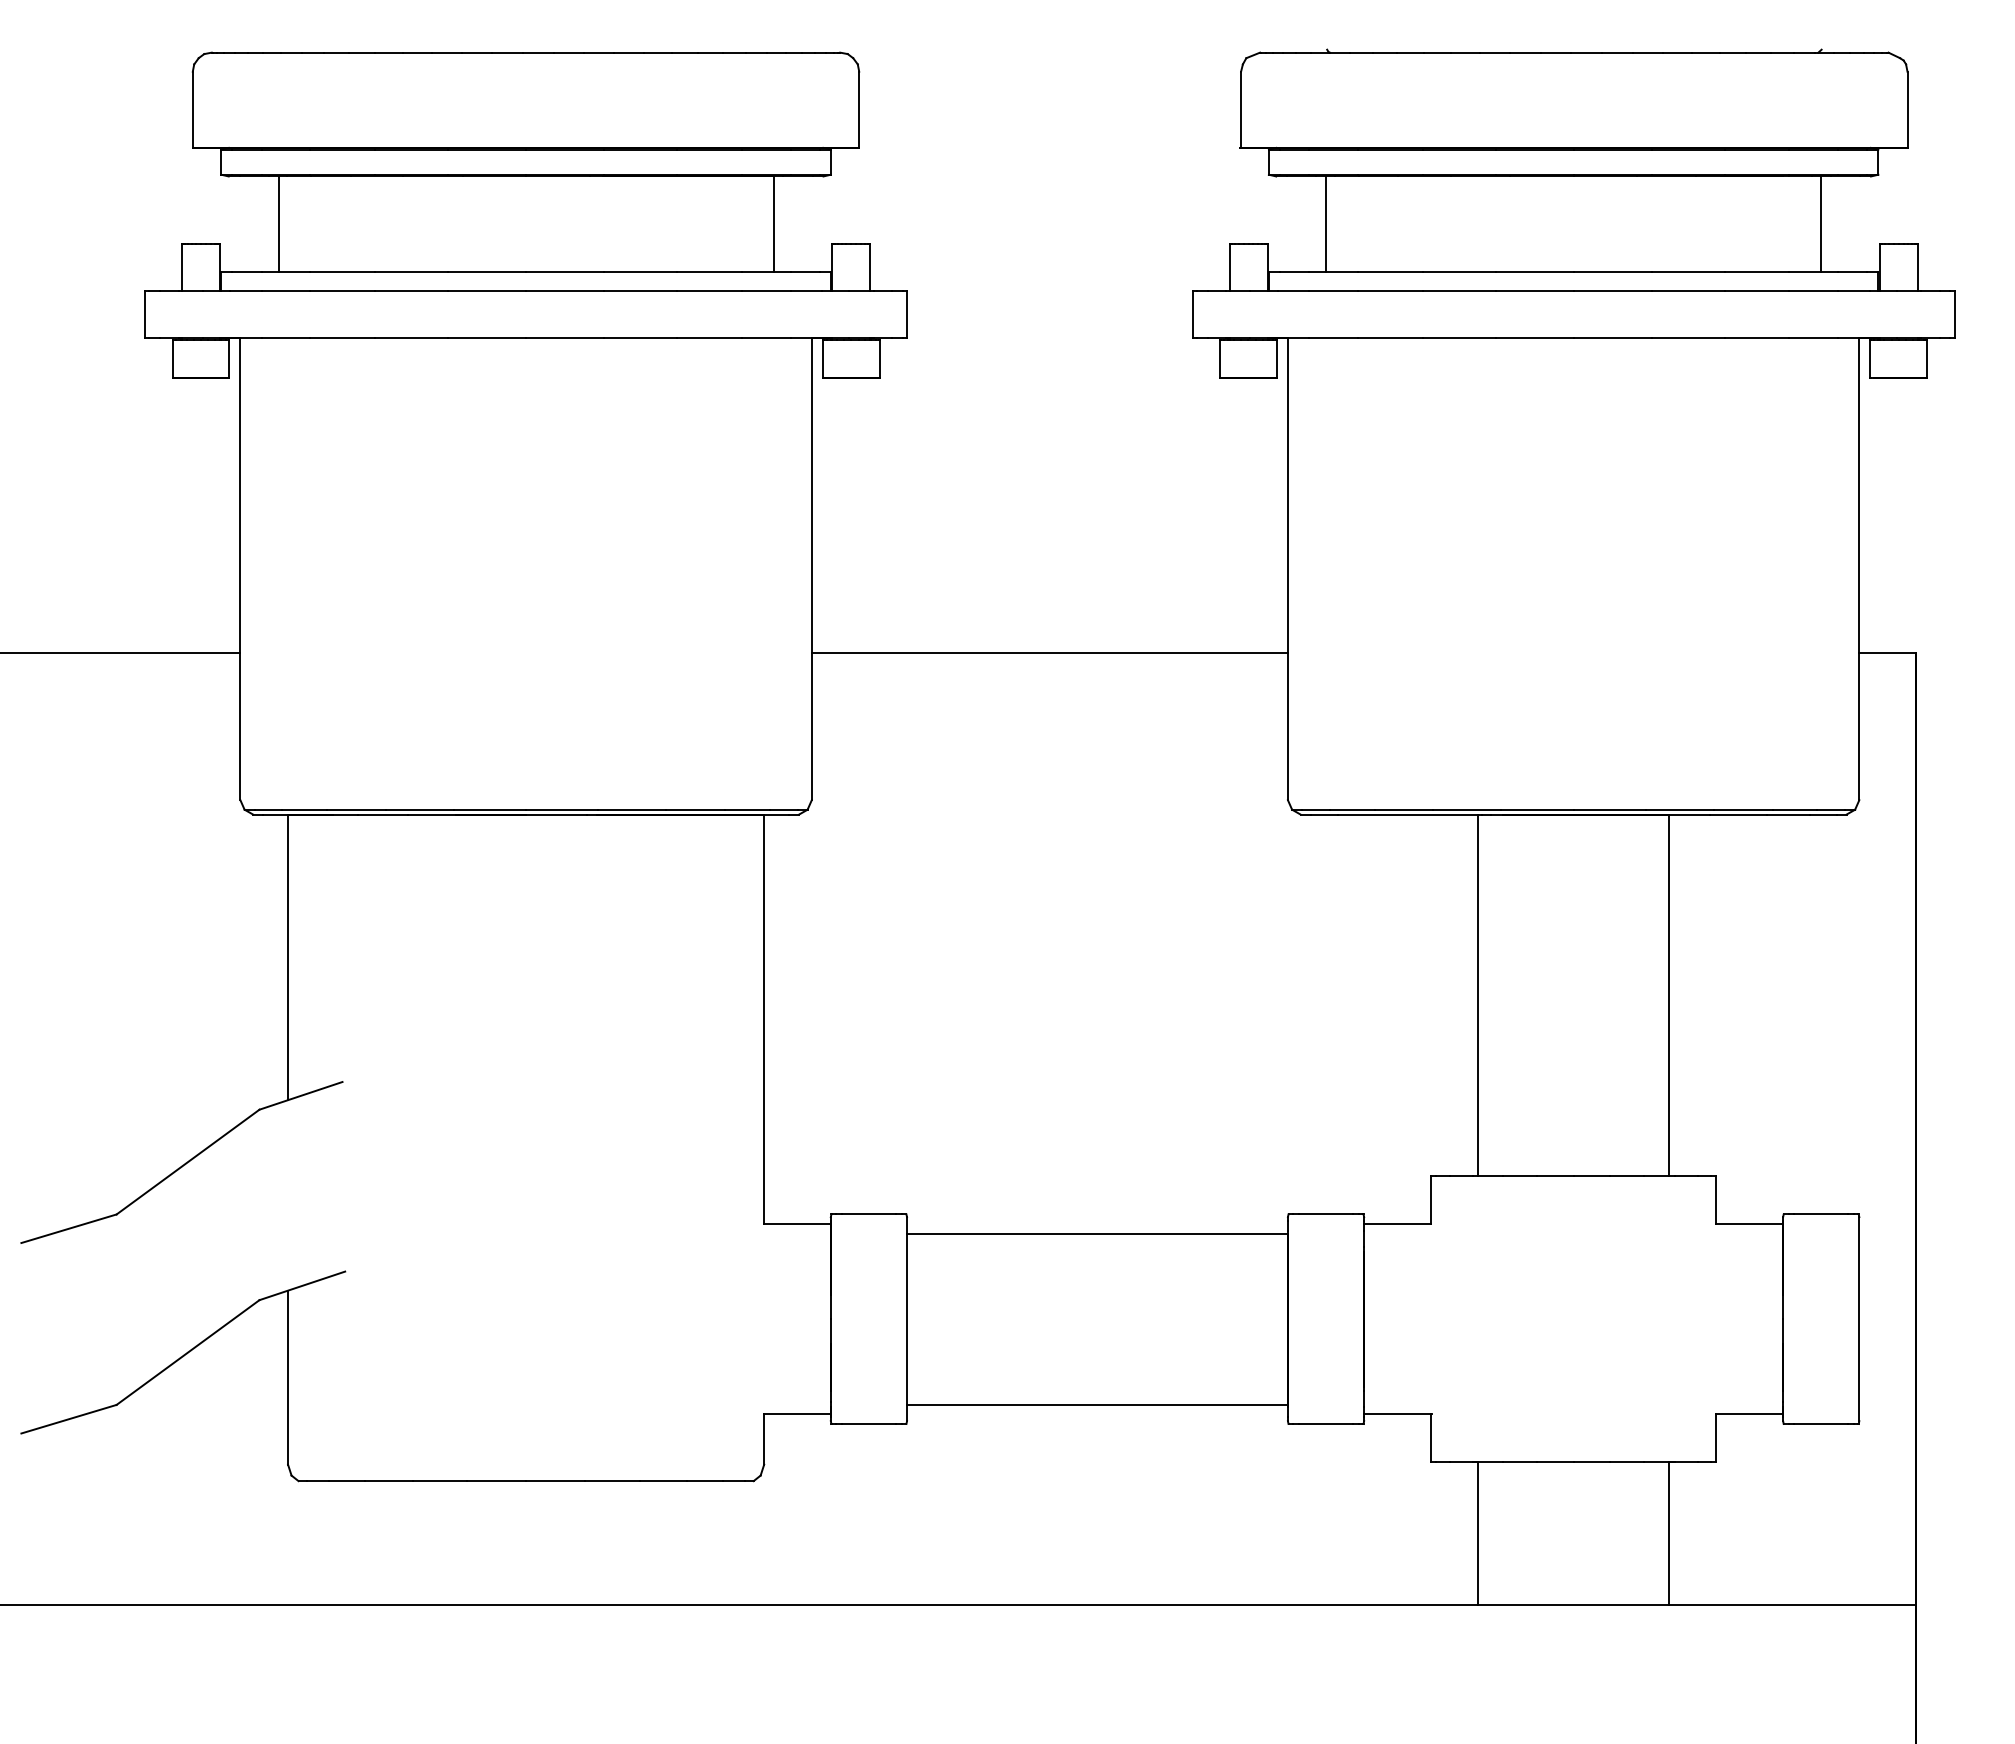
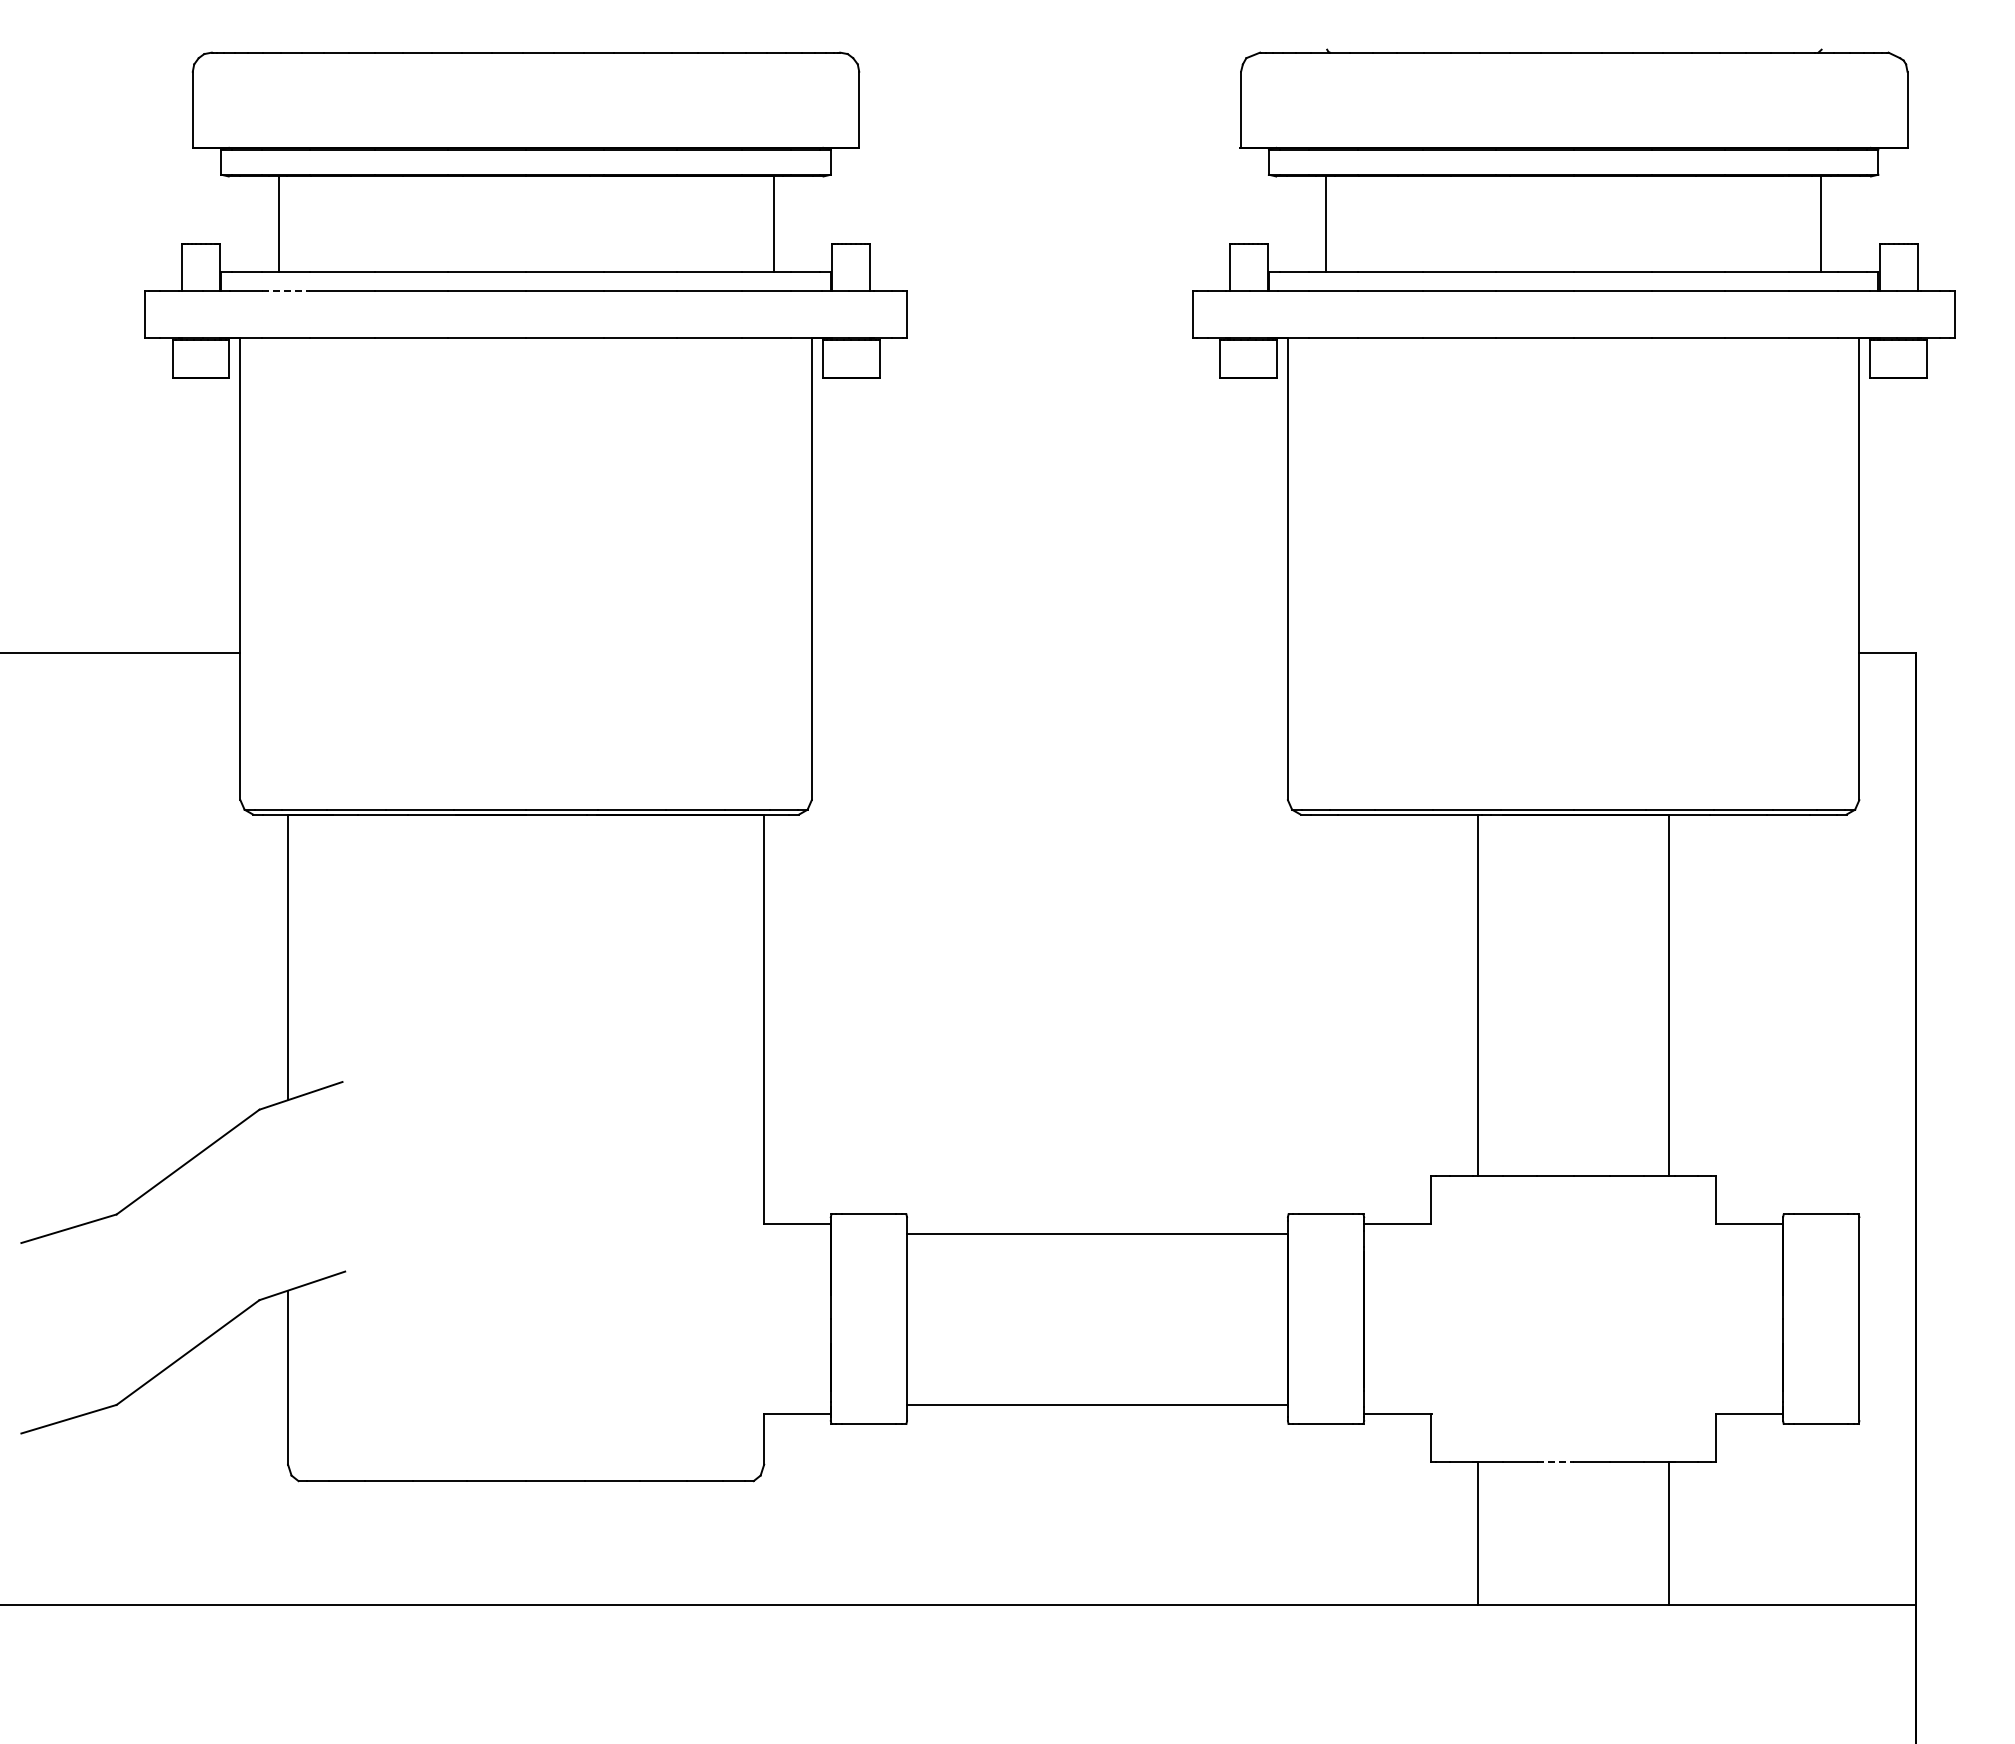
line at (286, 290): solid -> dashed
line at (1049, 652): present -> none
line at (1555, 1462): solid -> dashed
